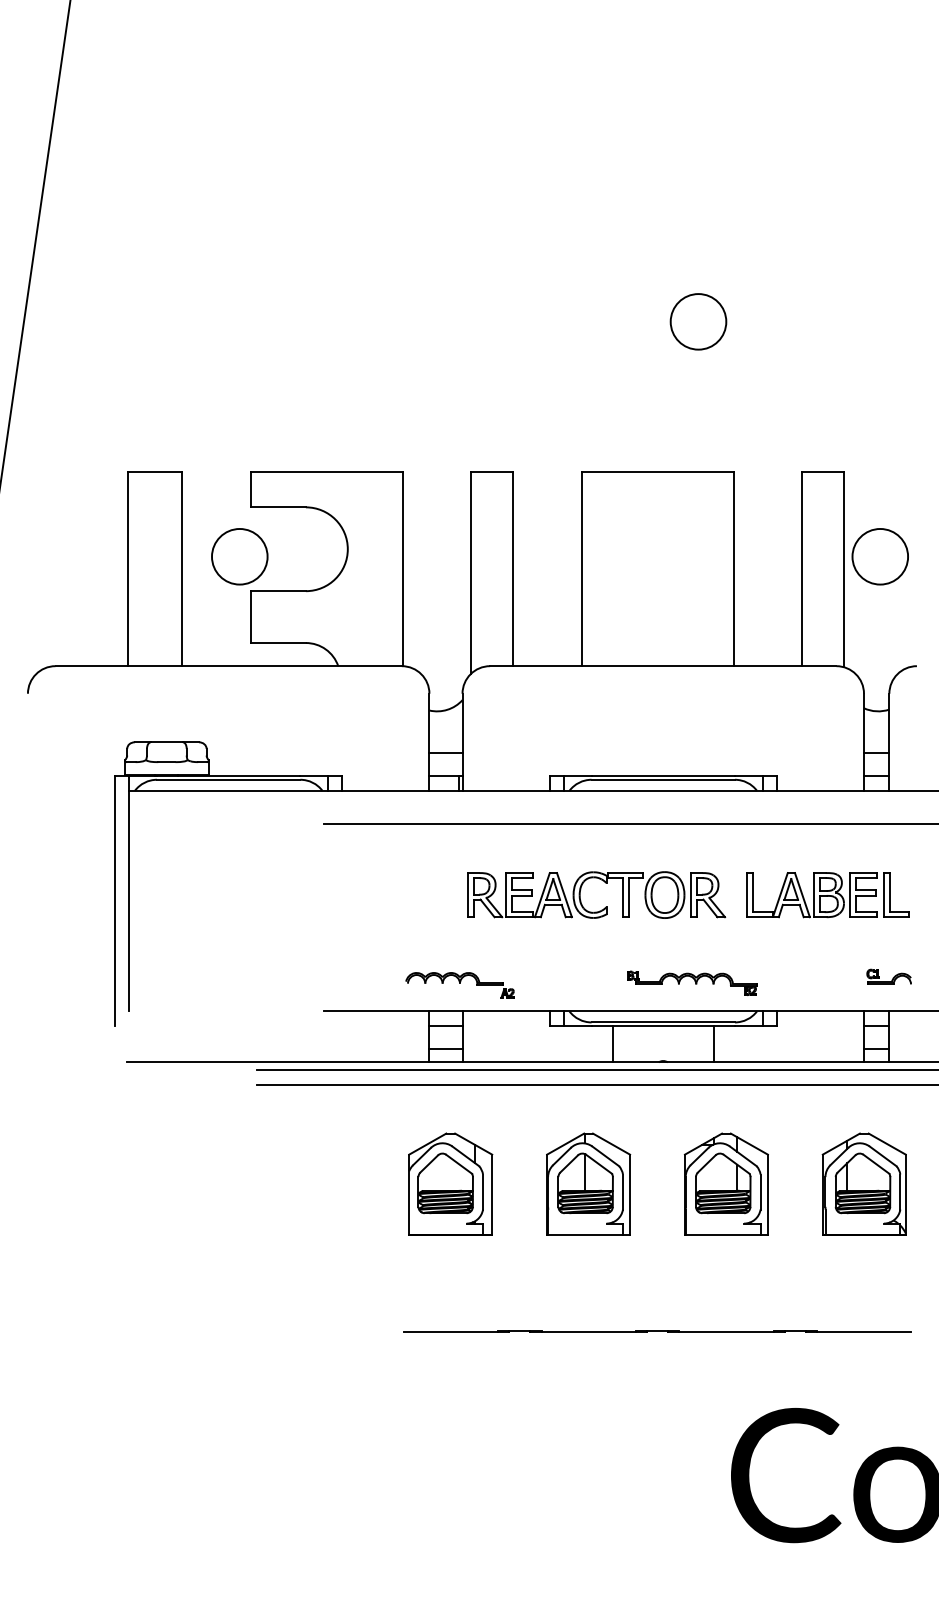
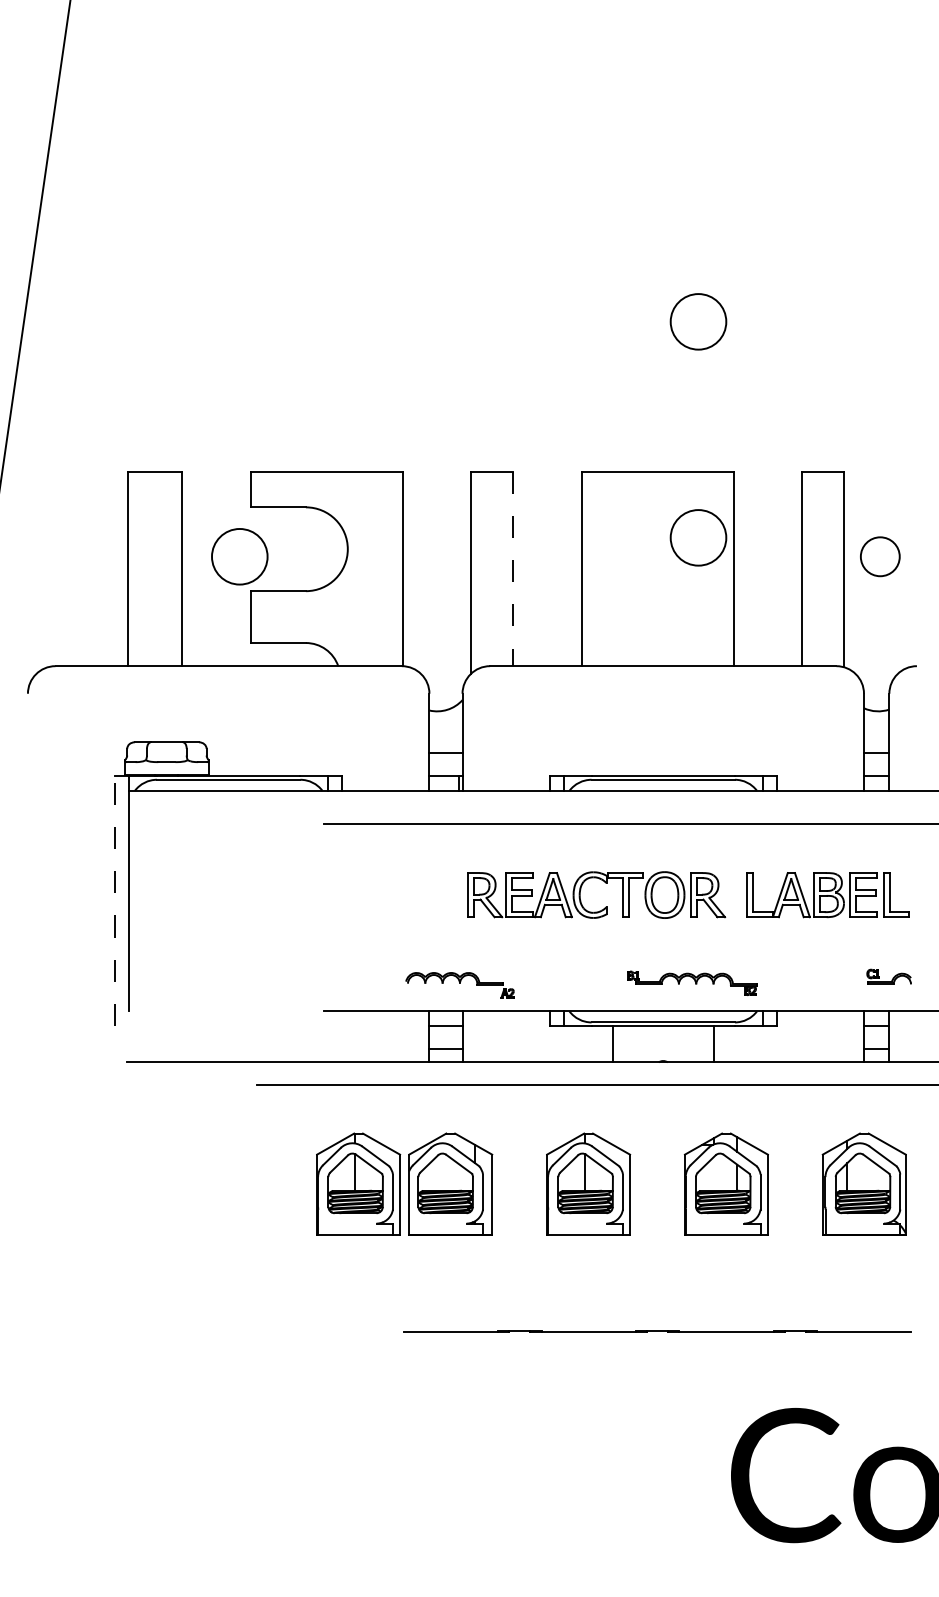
circle at (698, 537): none -> present
circle at (880, 556) diameter: 56 px -> 39 px
line at (513, 569): solid -> dashed
line at (115, 901): solid -> dashed
line at (595, 1069): present -> none
part at (358, 1183): none -> present
